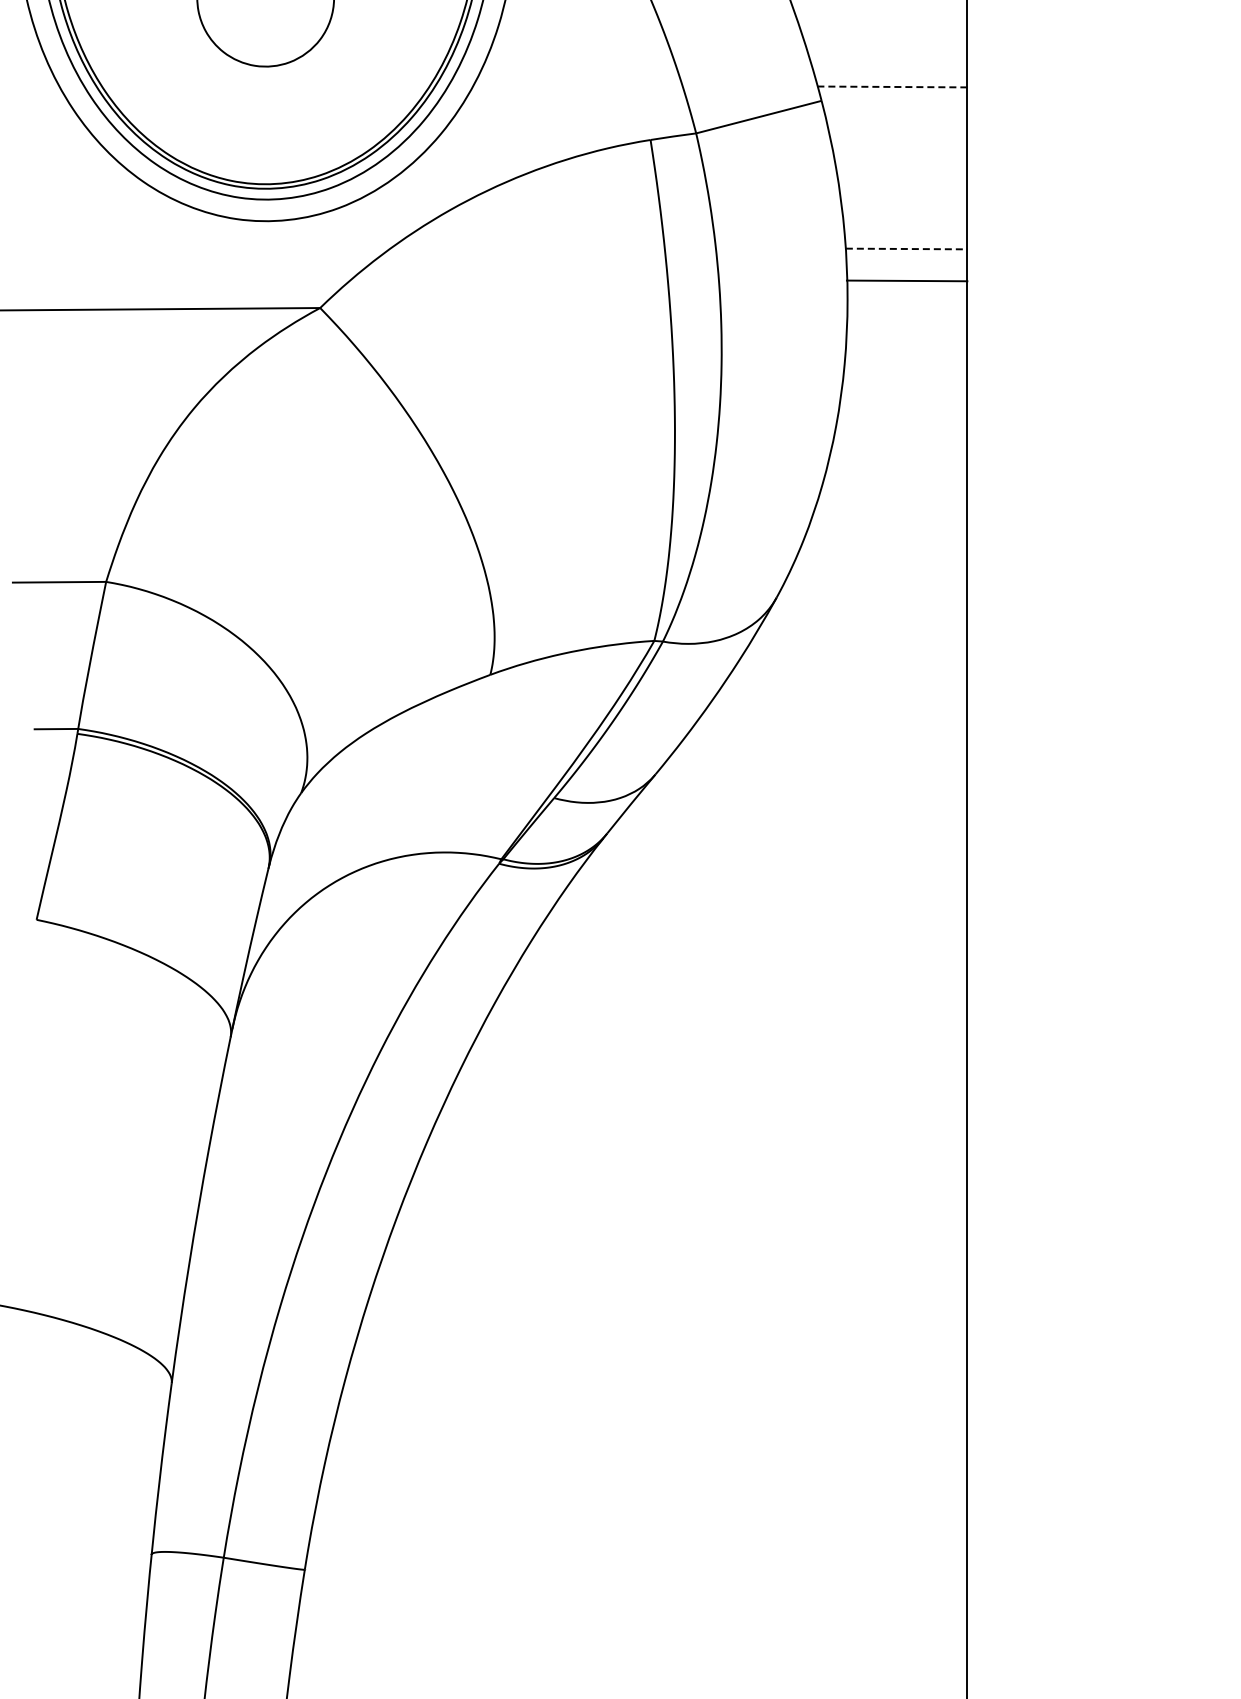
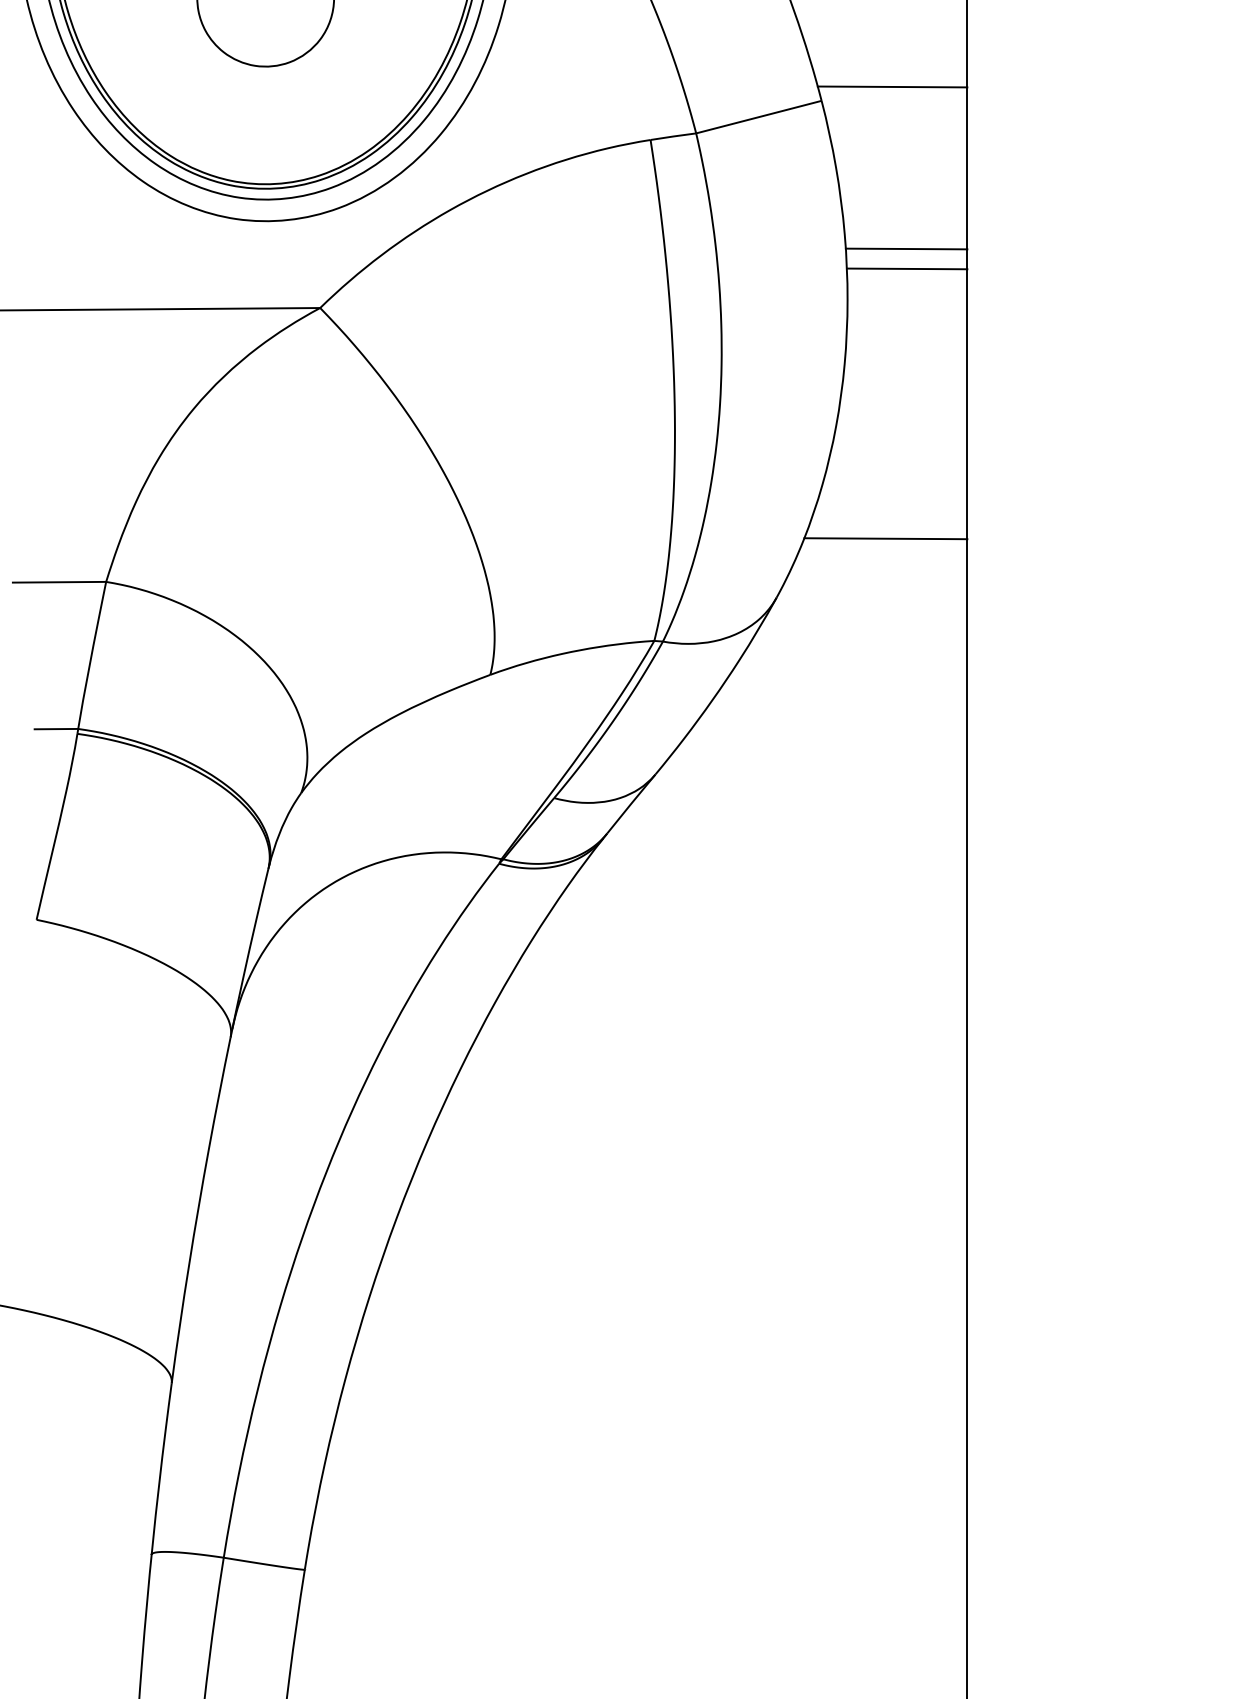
line at (892, 86): dashed -> solid
line at (906, 249): dashed -> solid
line at (906, 280) position: (906, 280) -> (906, 268)
line at (885, 538): none -> present
